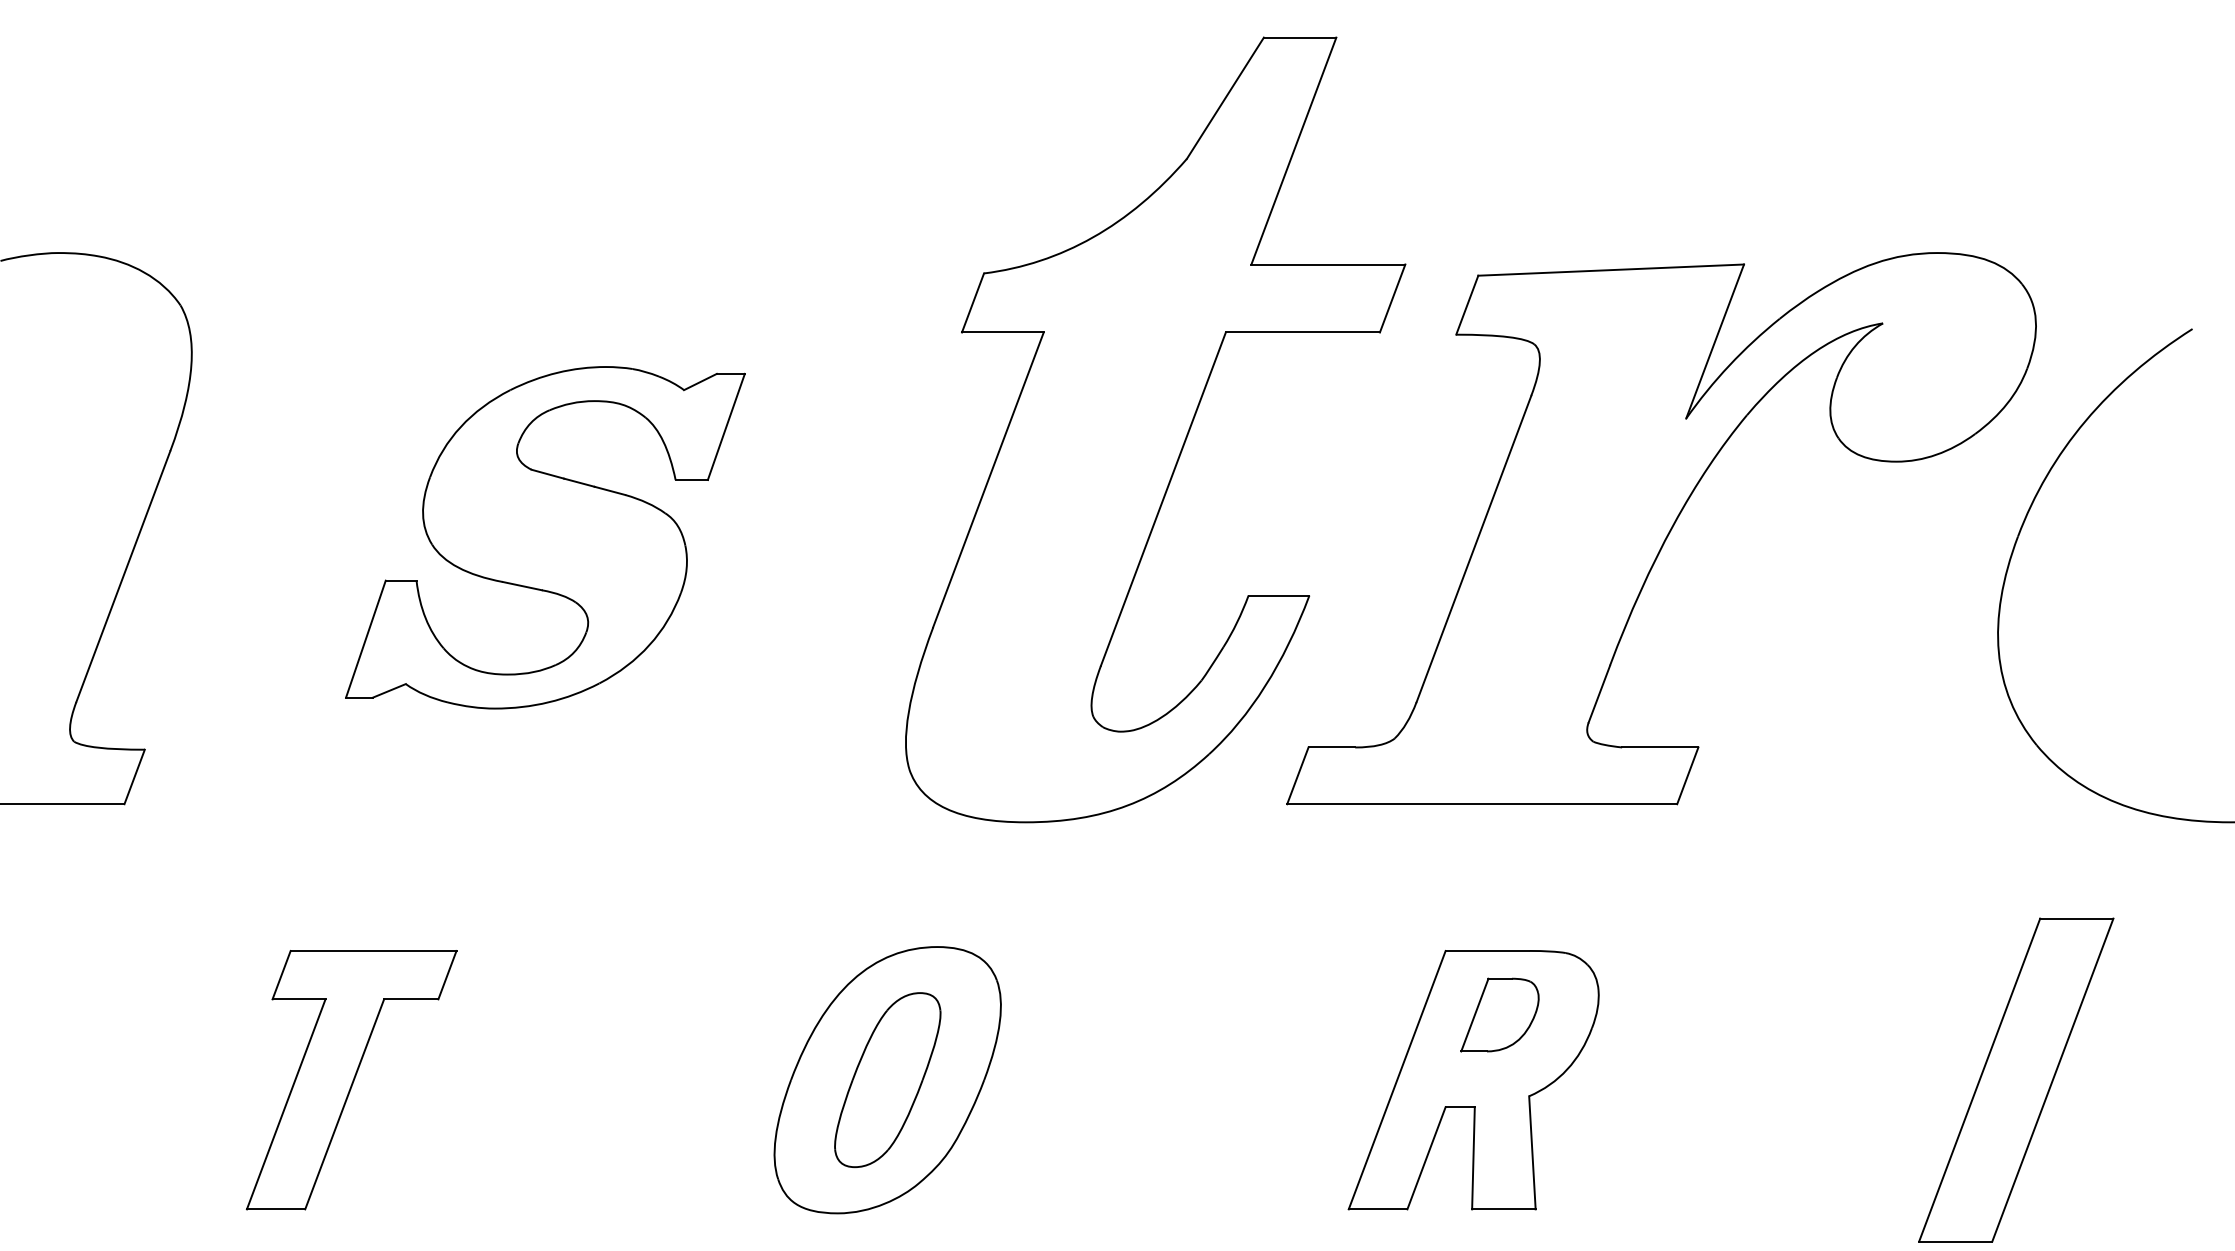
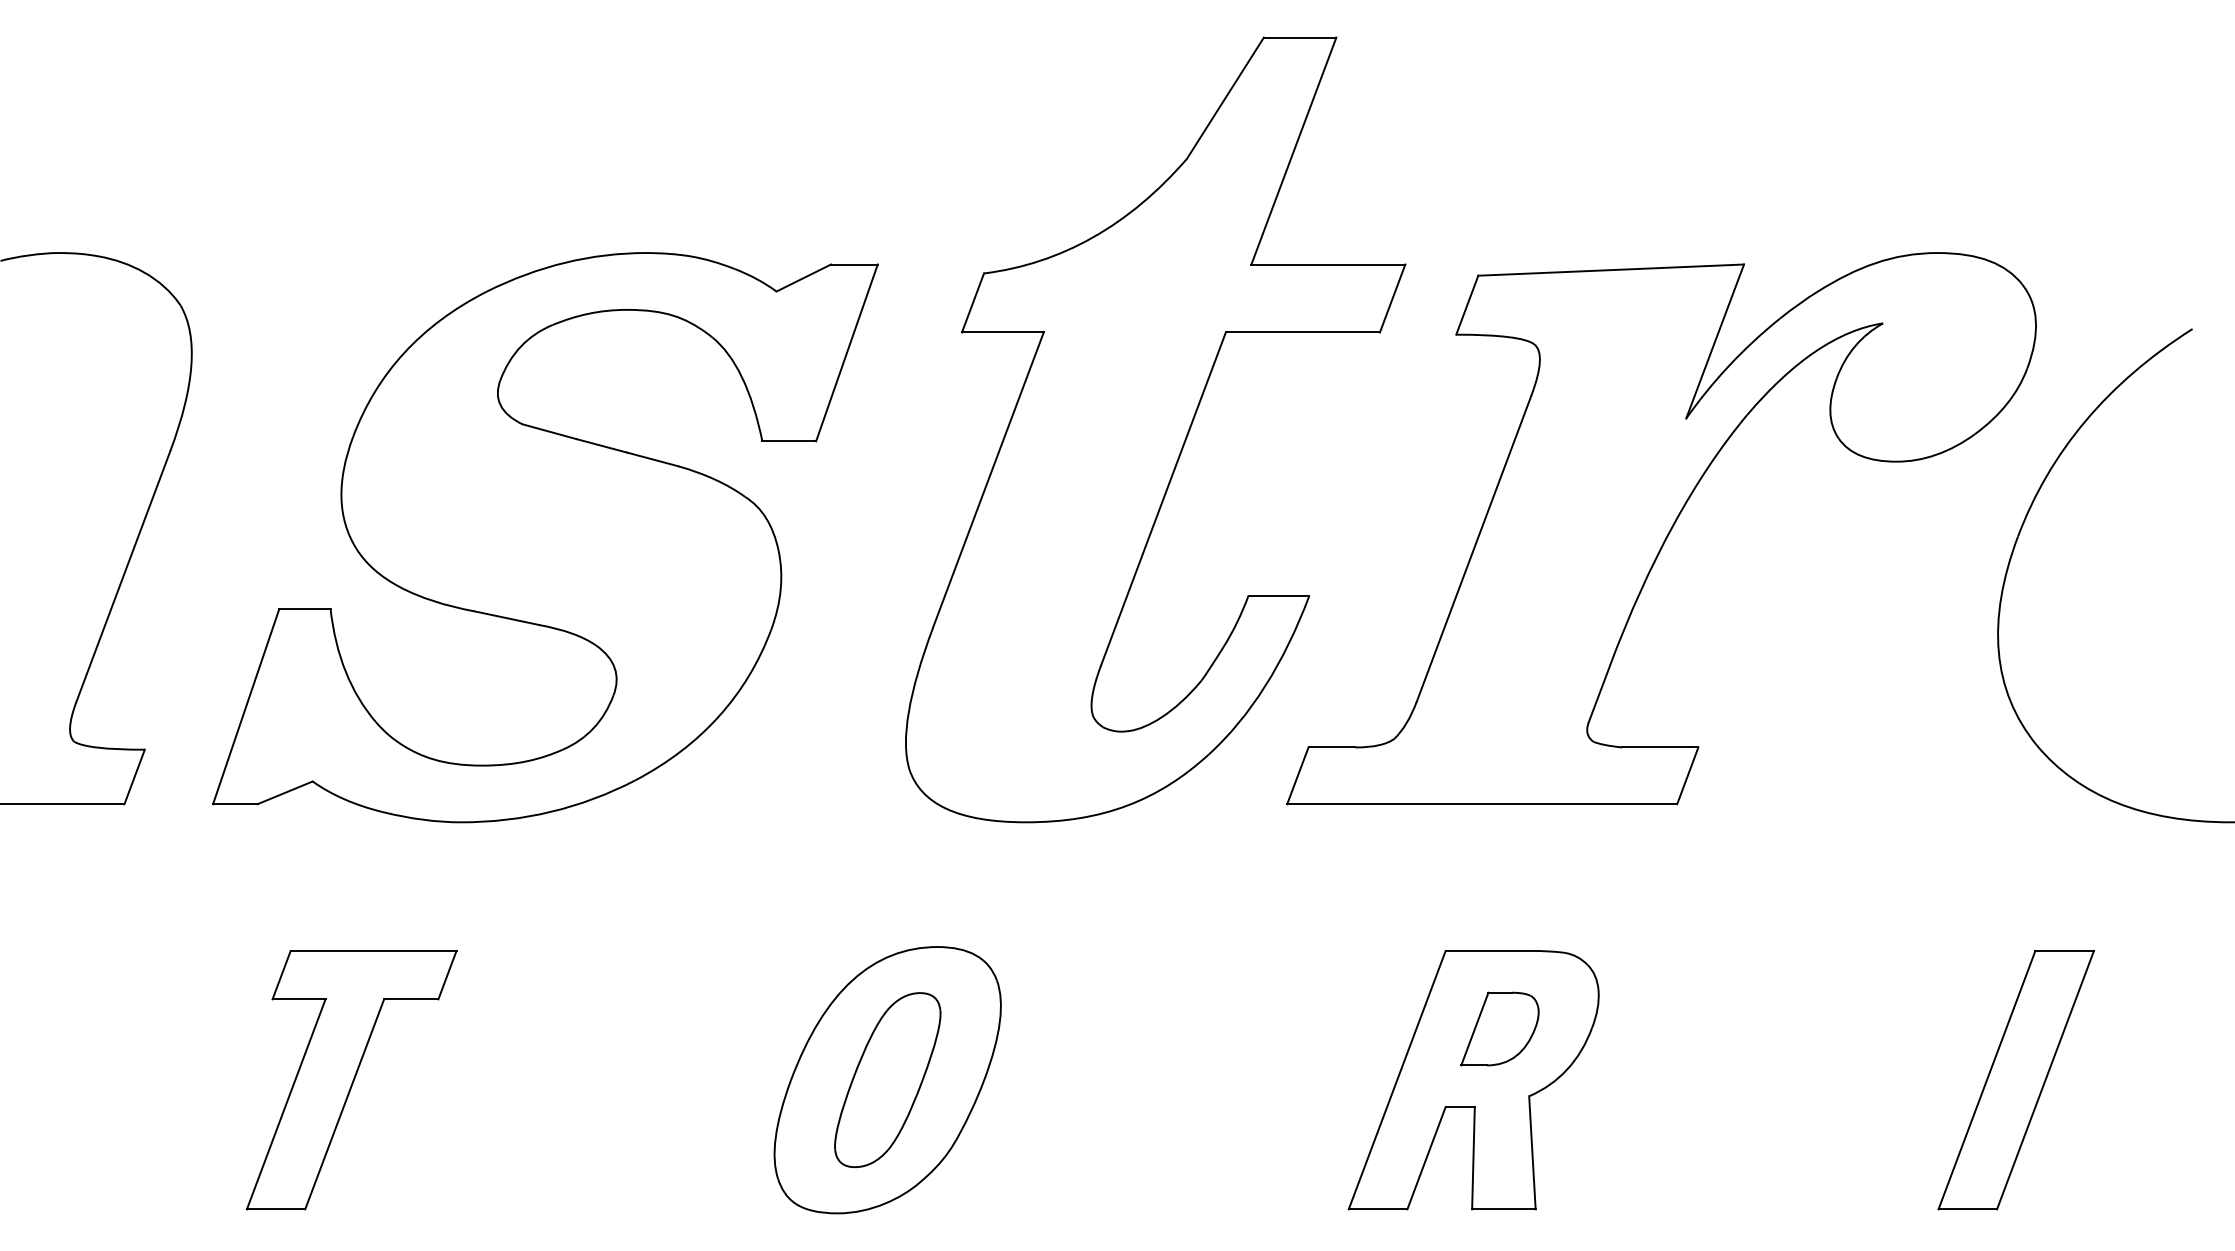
part at (545, 537) size: 401x344 px -> 667x572 px
part at (1499, 1014) position: (1499, 1014) -> (1499, 1028)
part at (2016, 1079) size: 197x326 px -> 158x261 px
